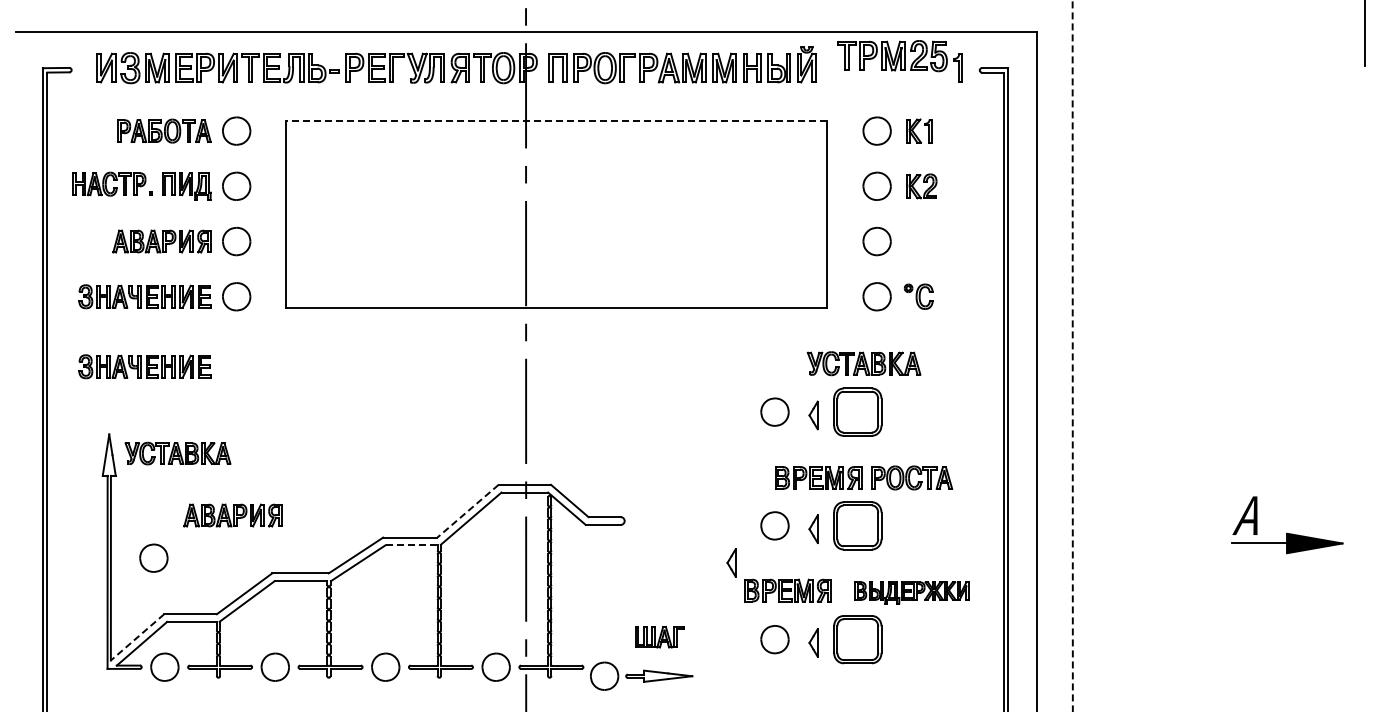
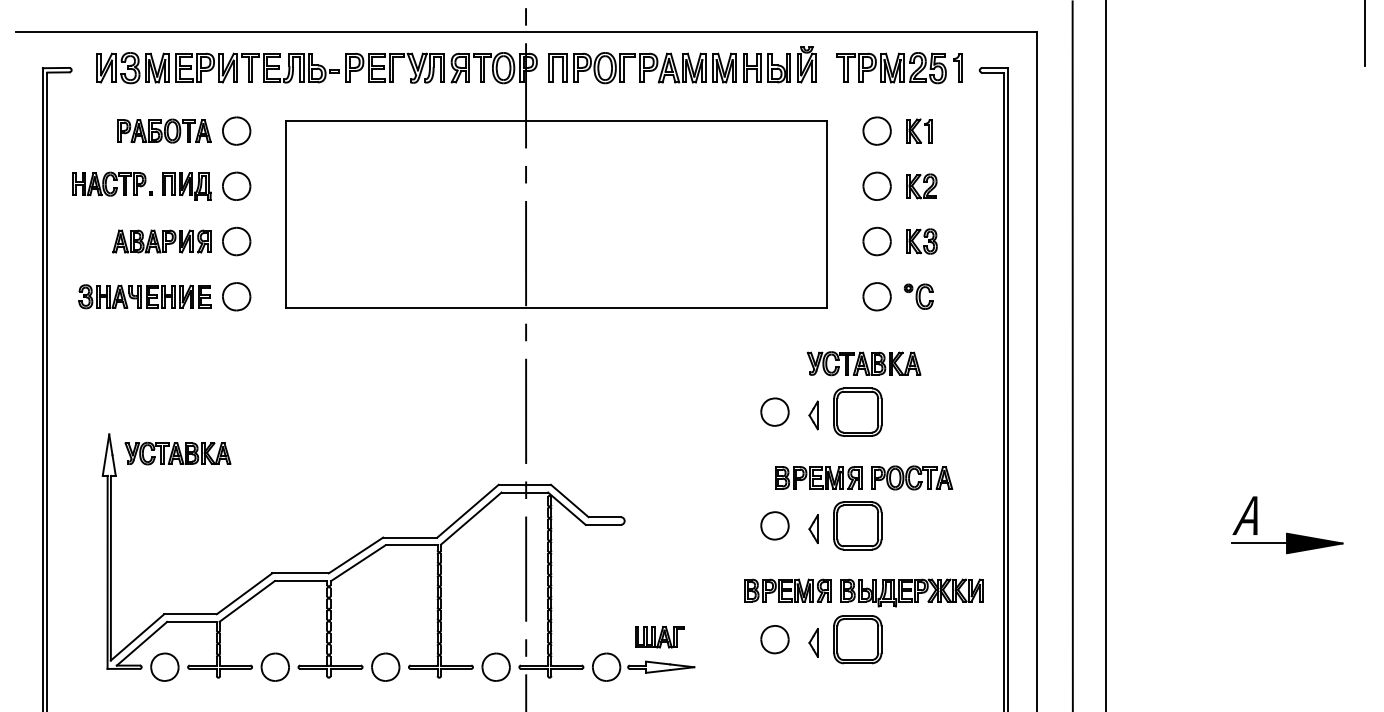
part at (892, 56) position: (892, 56) -> (891, 68)
line at (556, 120): dashed -> solid
part at (921, 241): none -> present
line at (1105, 355): none -> present
line at (1072, 357): dashed -> solid
part at (144, 366): present -> none
line at (467, 511): dashed -> solid
part at (232, 515): present -> none
line at (412, 545): dashed -> solid
part at (153, 557): present -> none
part at (731, 562): present -> none
part at (911, 592) size: 116x24 px -> 144x30 px
line at (137, 637): dashed -> solid
part at (641, 675) position: (641, 675) -> (643, 666)
